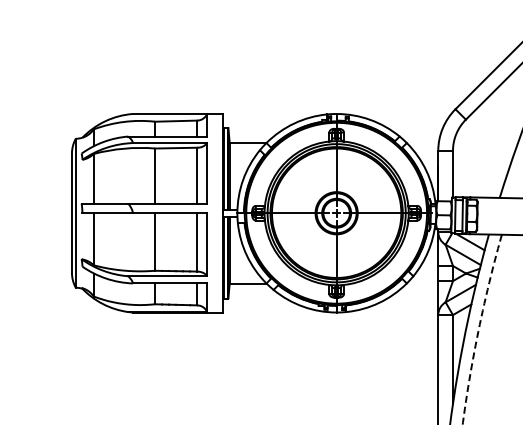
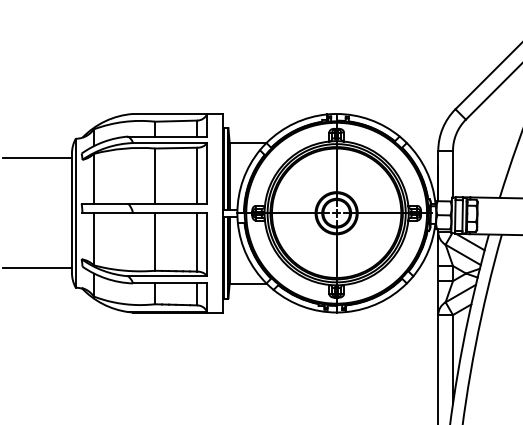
line at (36, 158): none -> present
line at (36, 268): none -> present
arc at (479, 328): dashed -> solid
